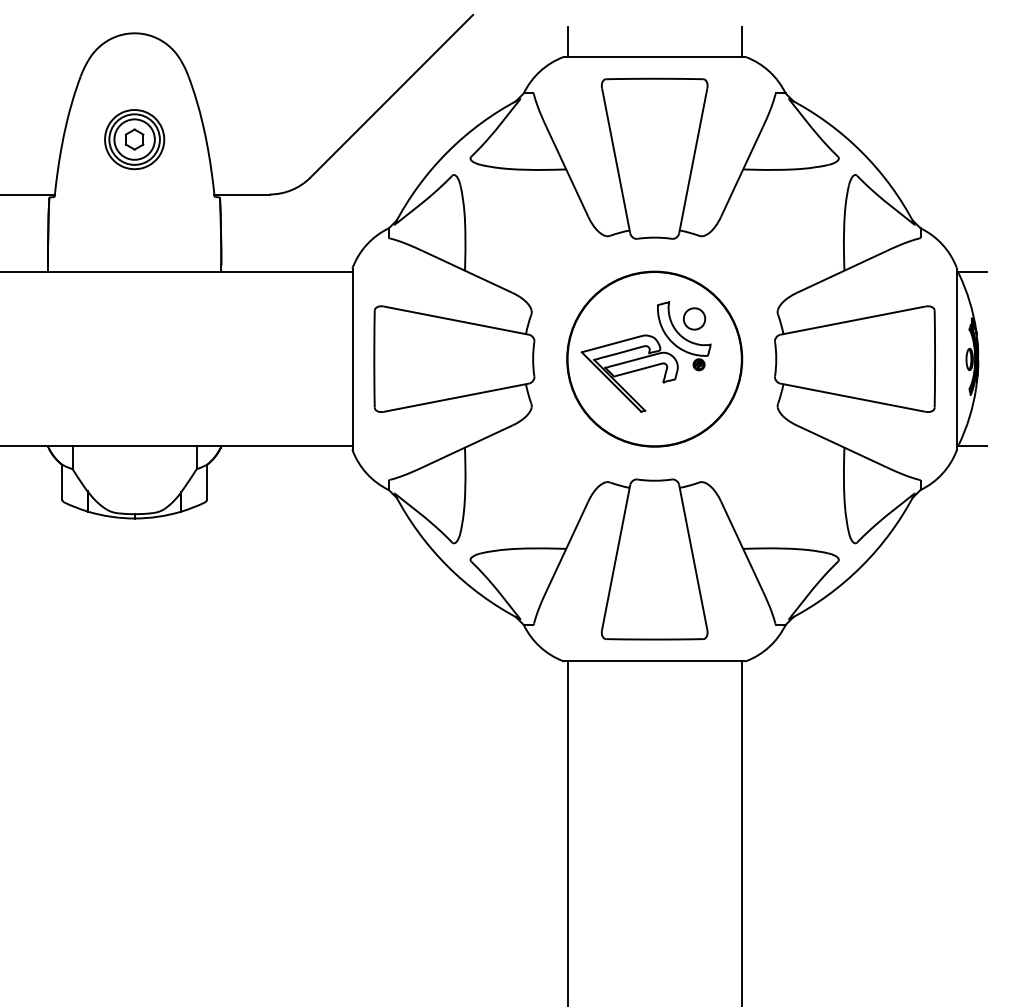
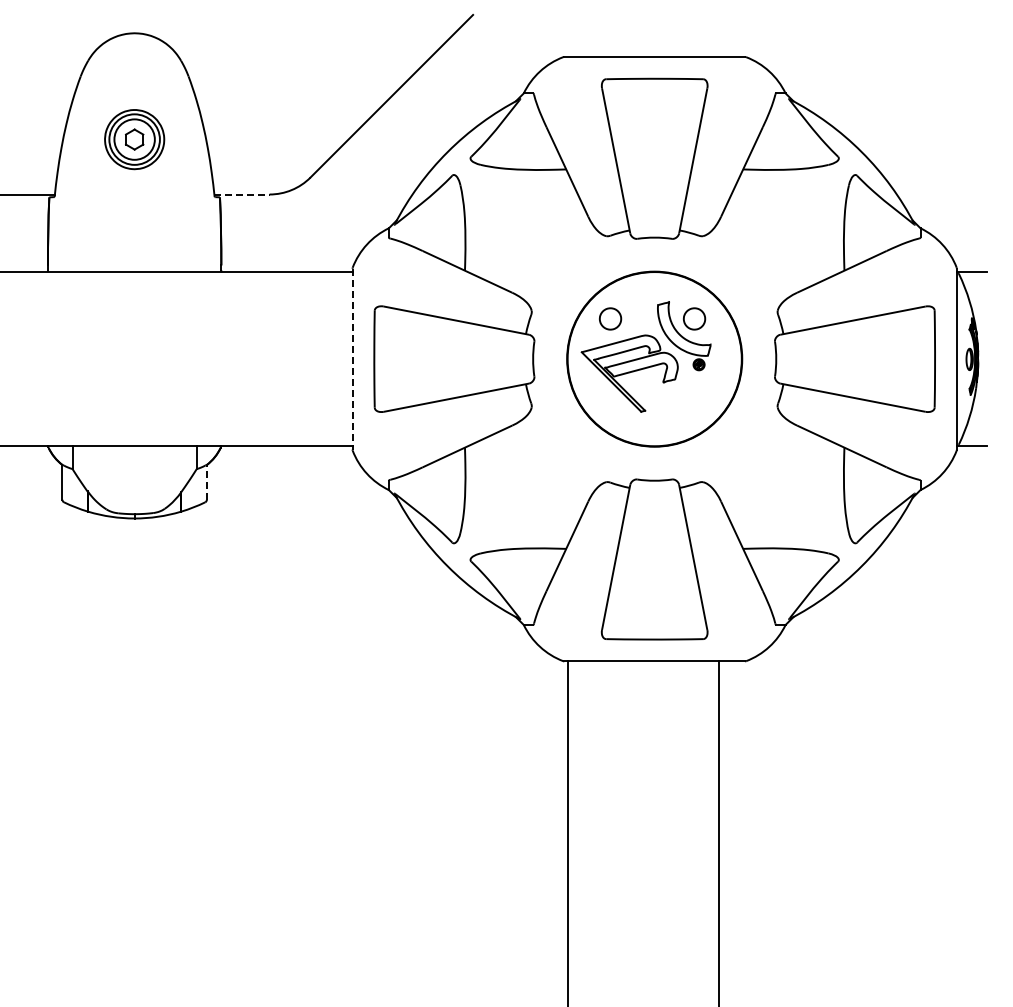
line at (567, 41): present -> none
line at (741, 41): present -> none
line at (242, 194): solid -> dashed
part at (610, 318): none -> present
line at (352, 359): solid -> dashed
line at (206, 481): solid -> dashed
line at (741, 832) position: (741, 832) -> (718, 832)
